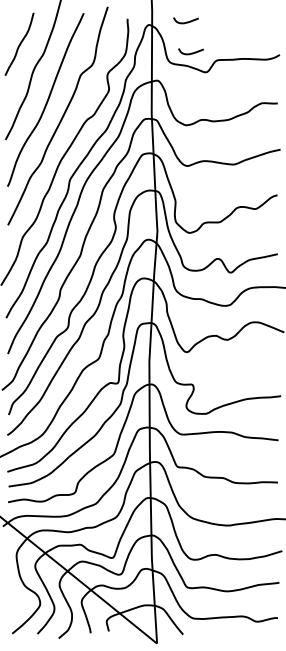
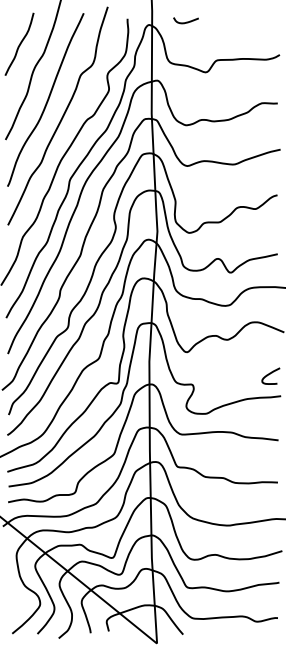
curve at (191, 52): present -> none
curve at (270, 374): none -> present
